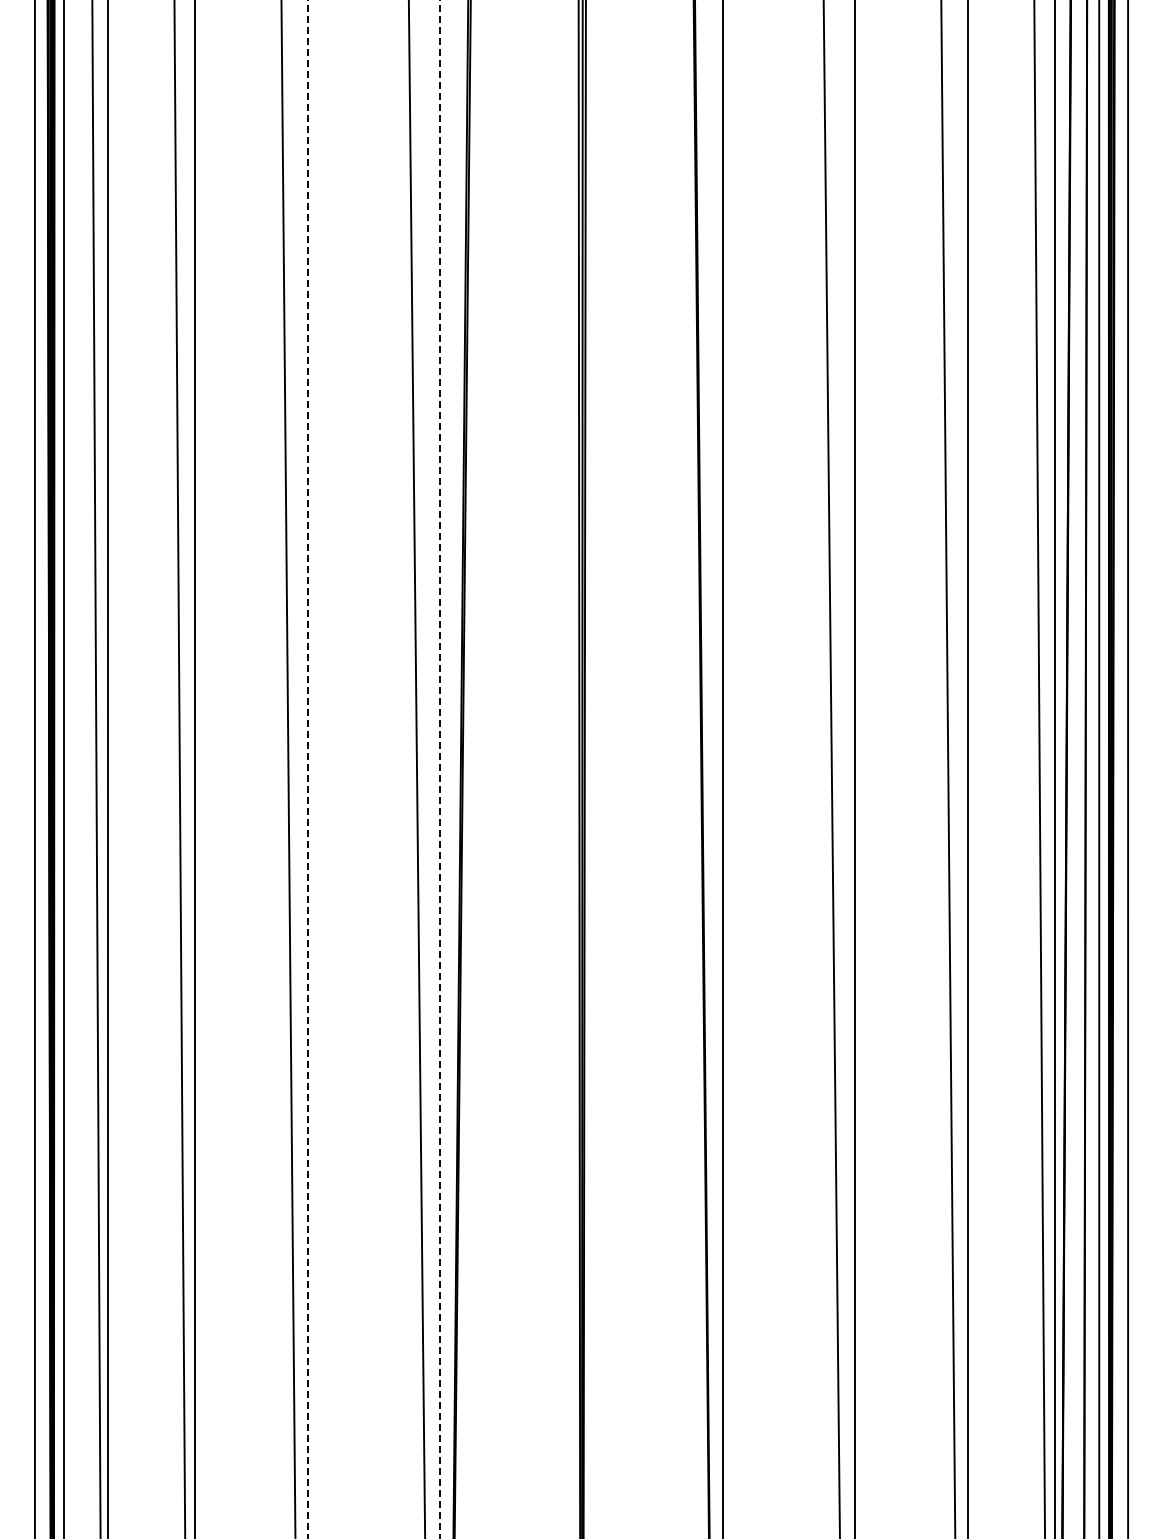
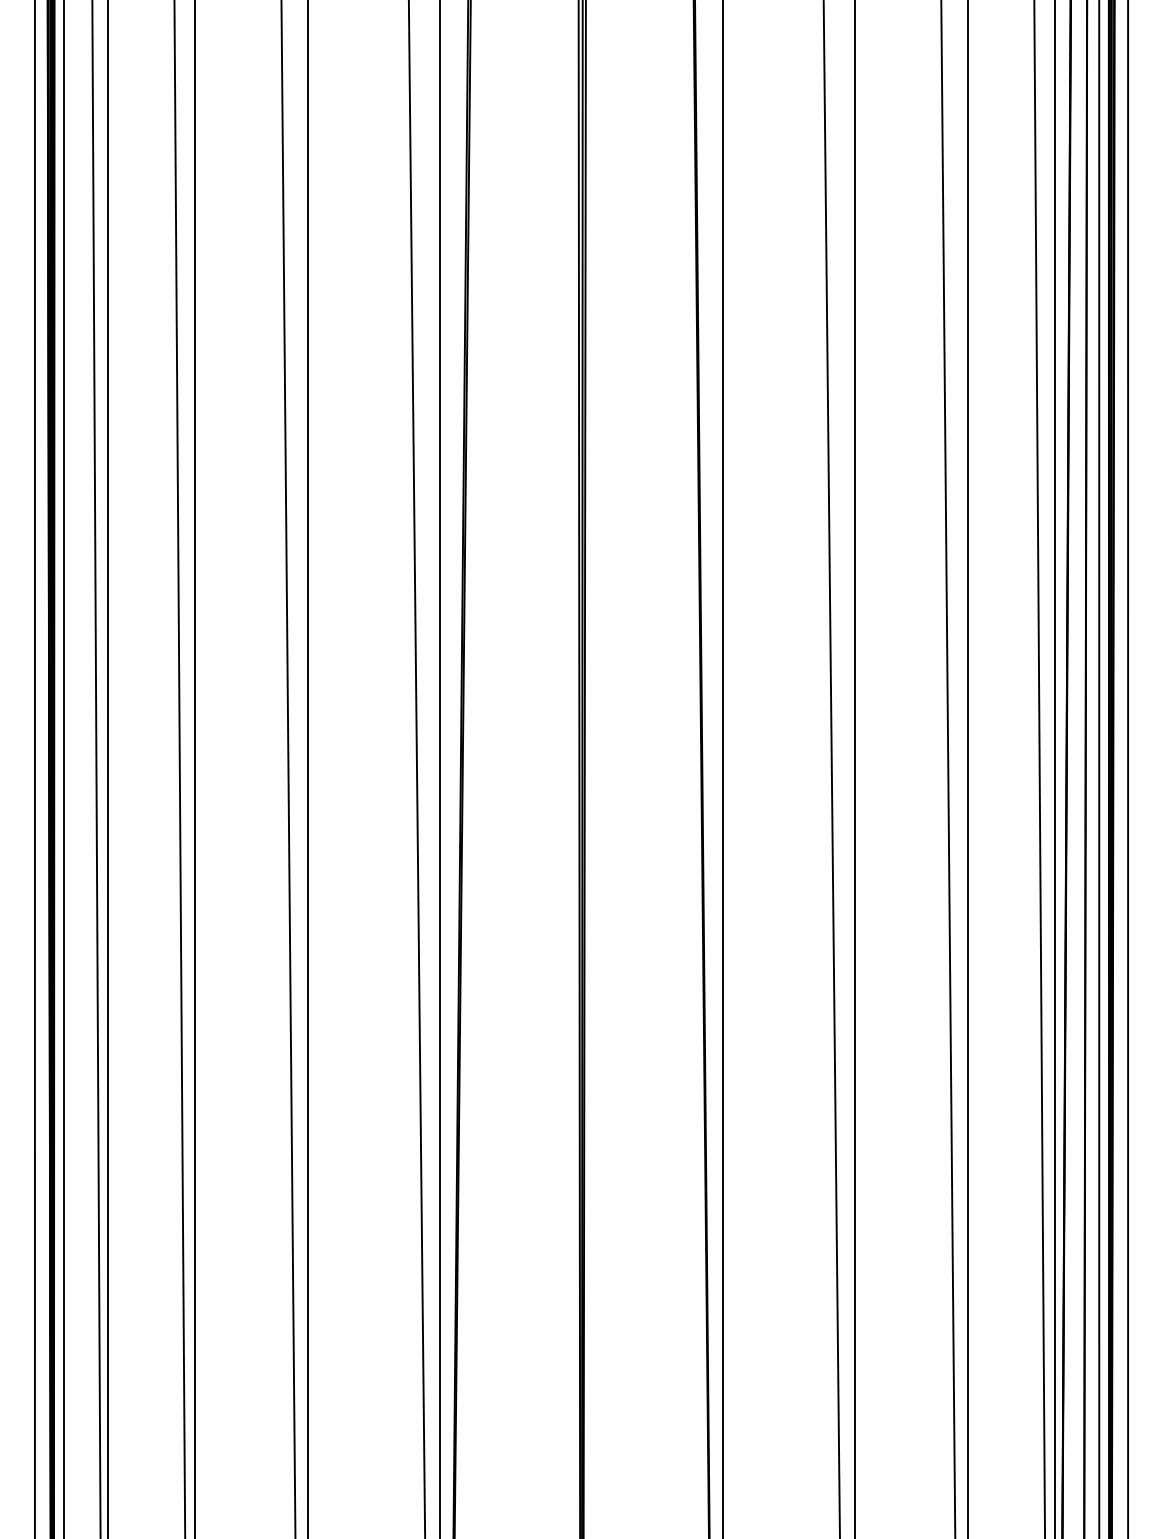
line at (308, 769): dashed -> solid
line at (440, 769): dashed -> solid
